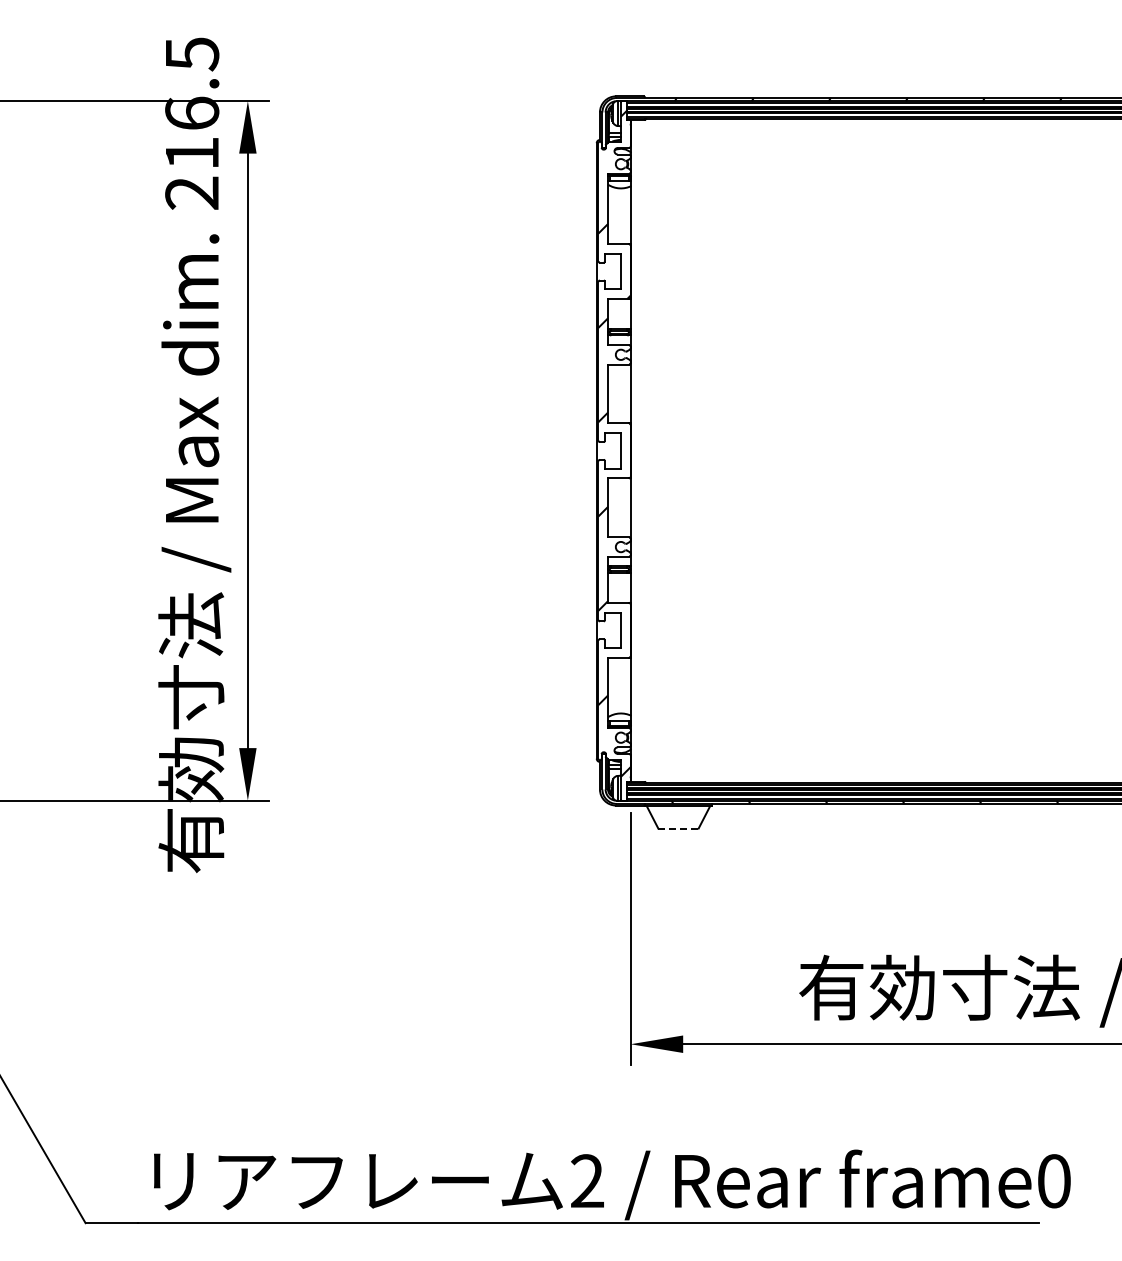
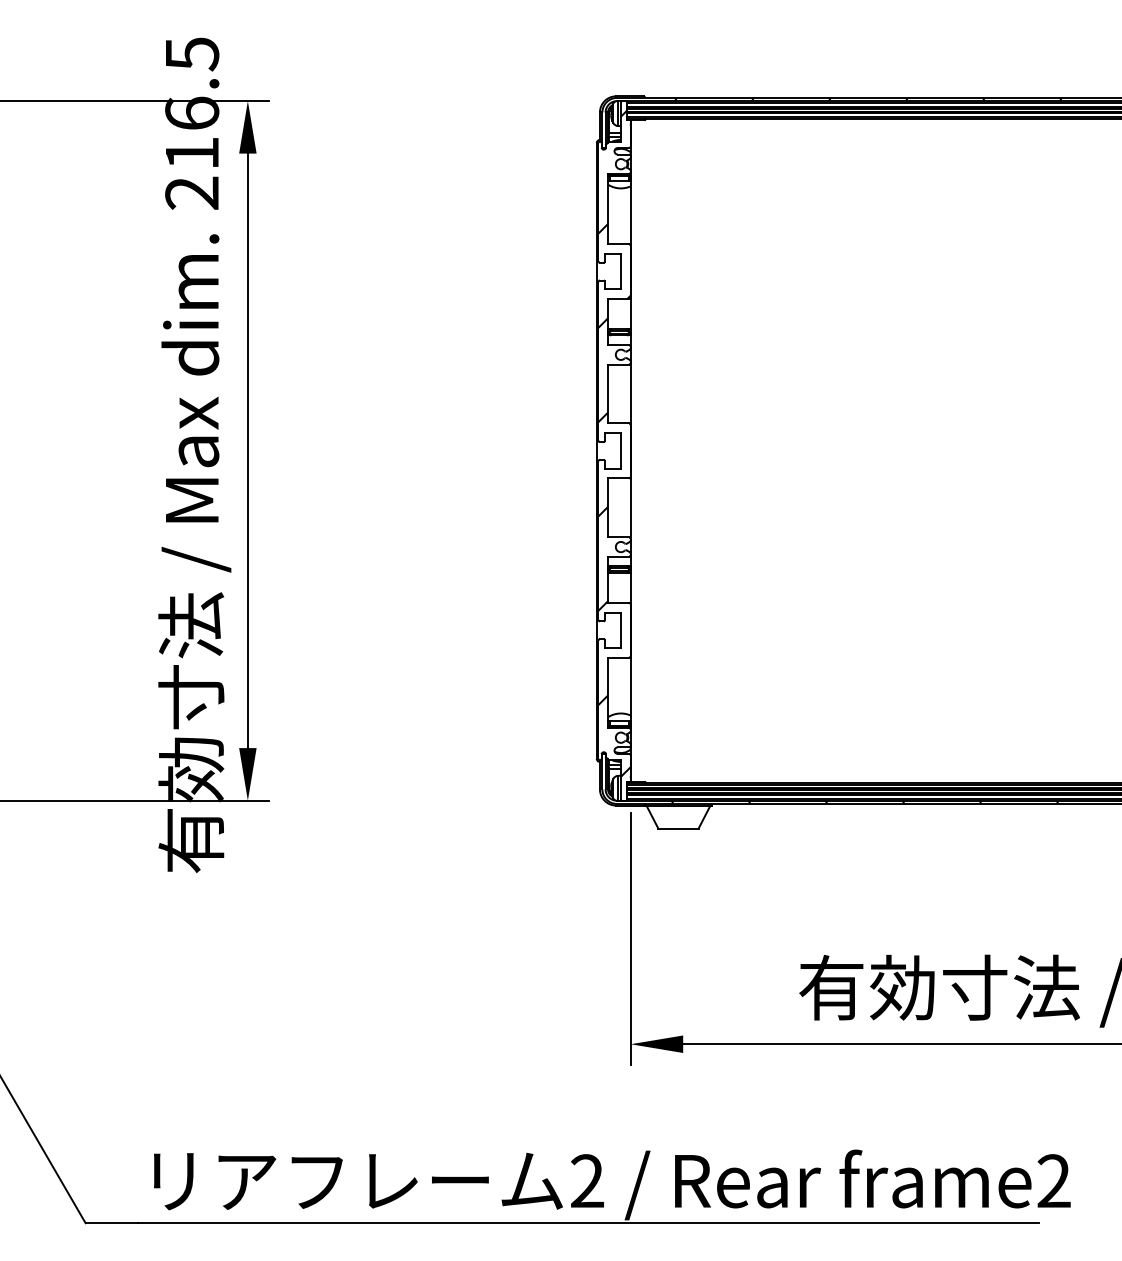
line at (678, 828): dashed -> solid
text at (1053, 1181): frame0 -> frame2
